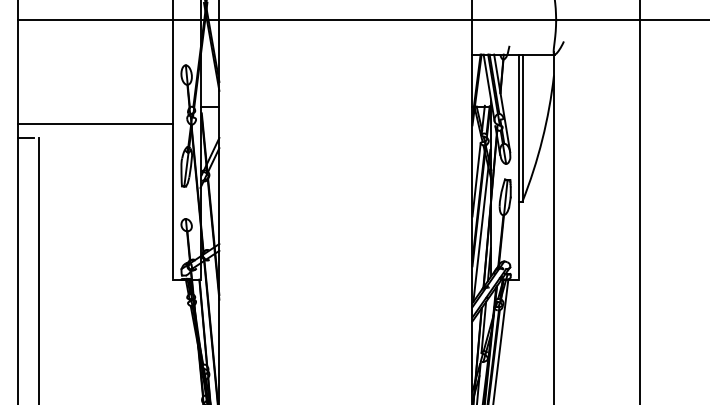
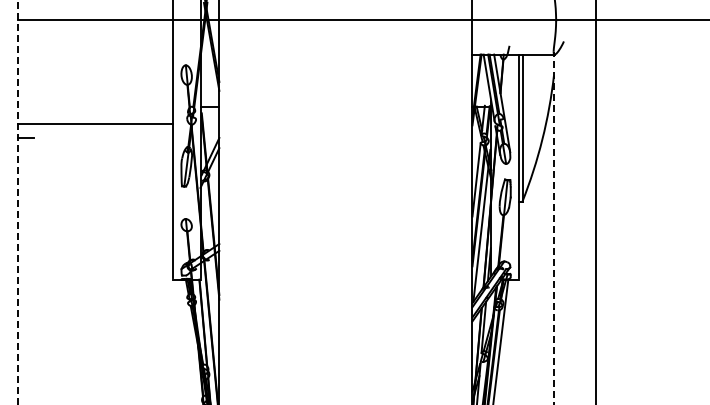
line at (640, 201) position: (640, 201) -> (596, 201)
line at (18, 202): solid -> dashed
line at (553, 227): solid -> dashed
line at (38, 269): present -> none
